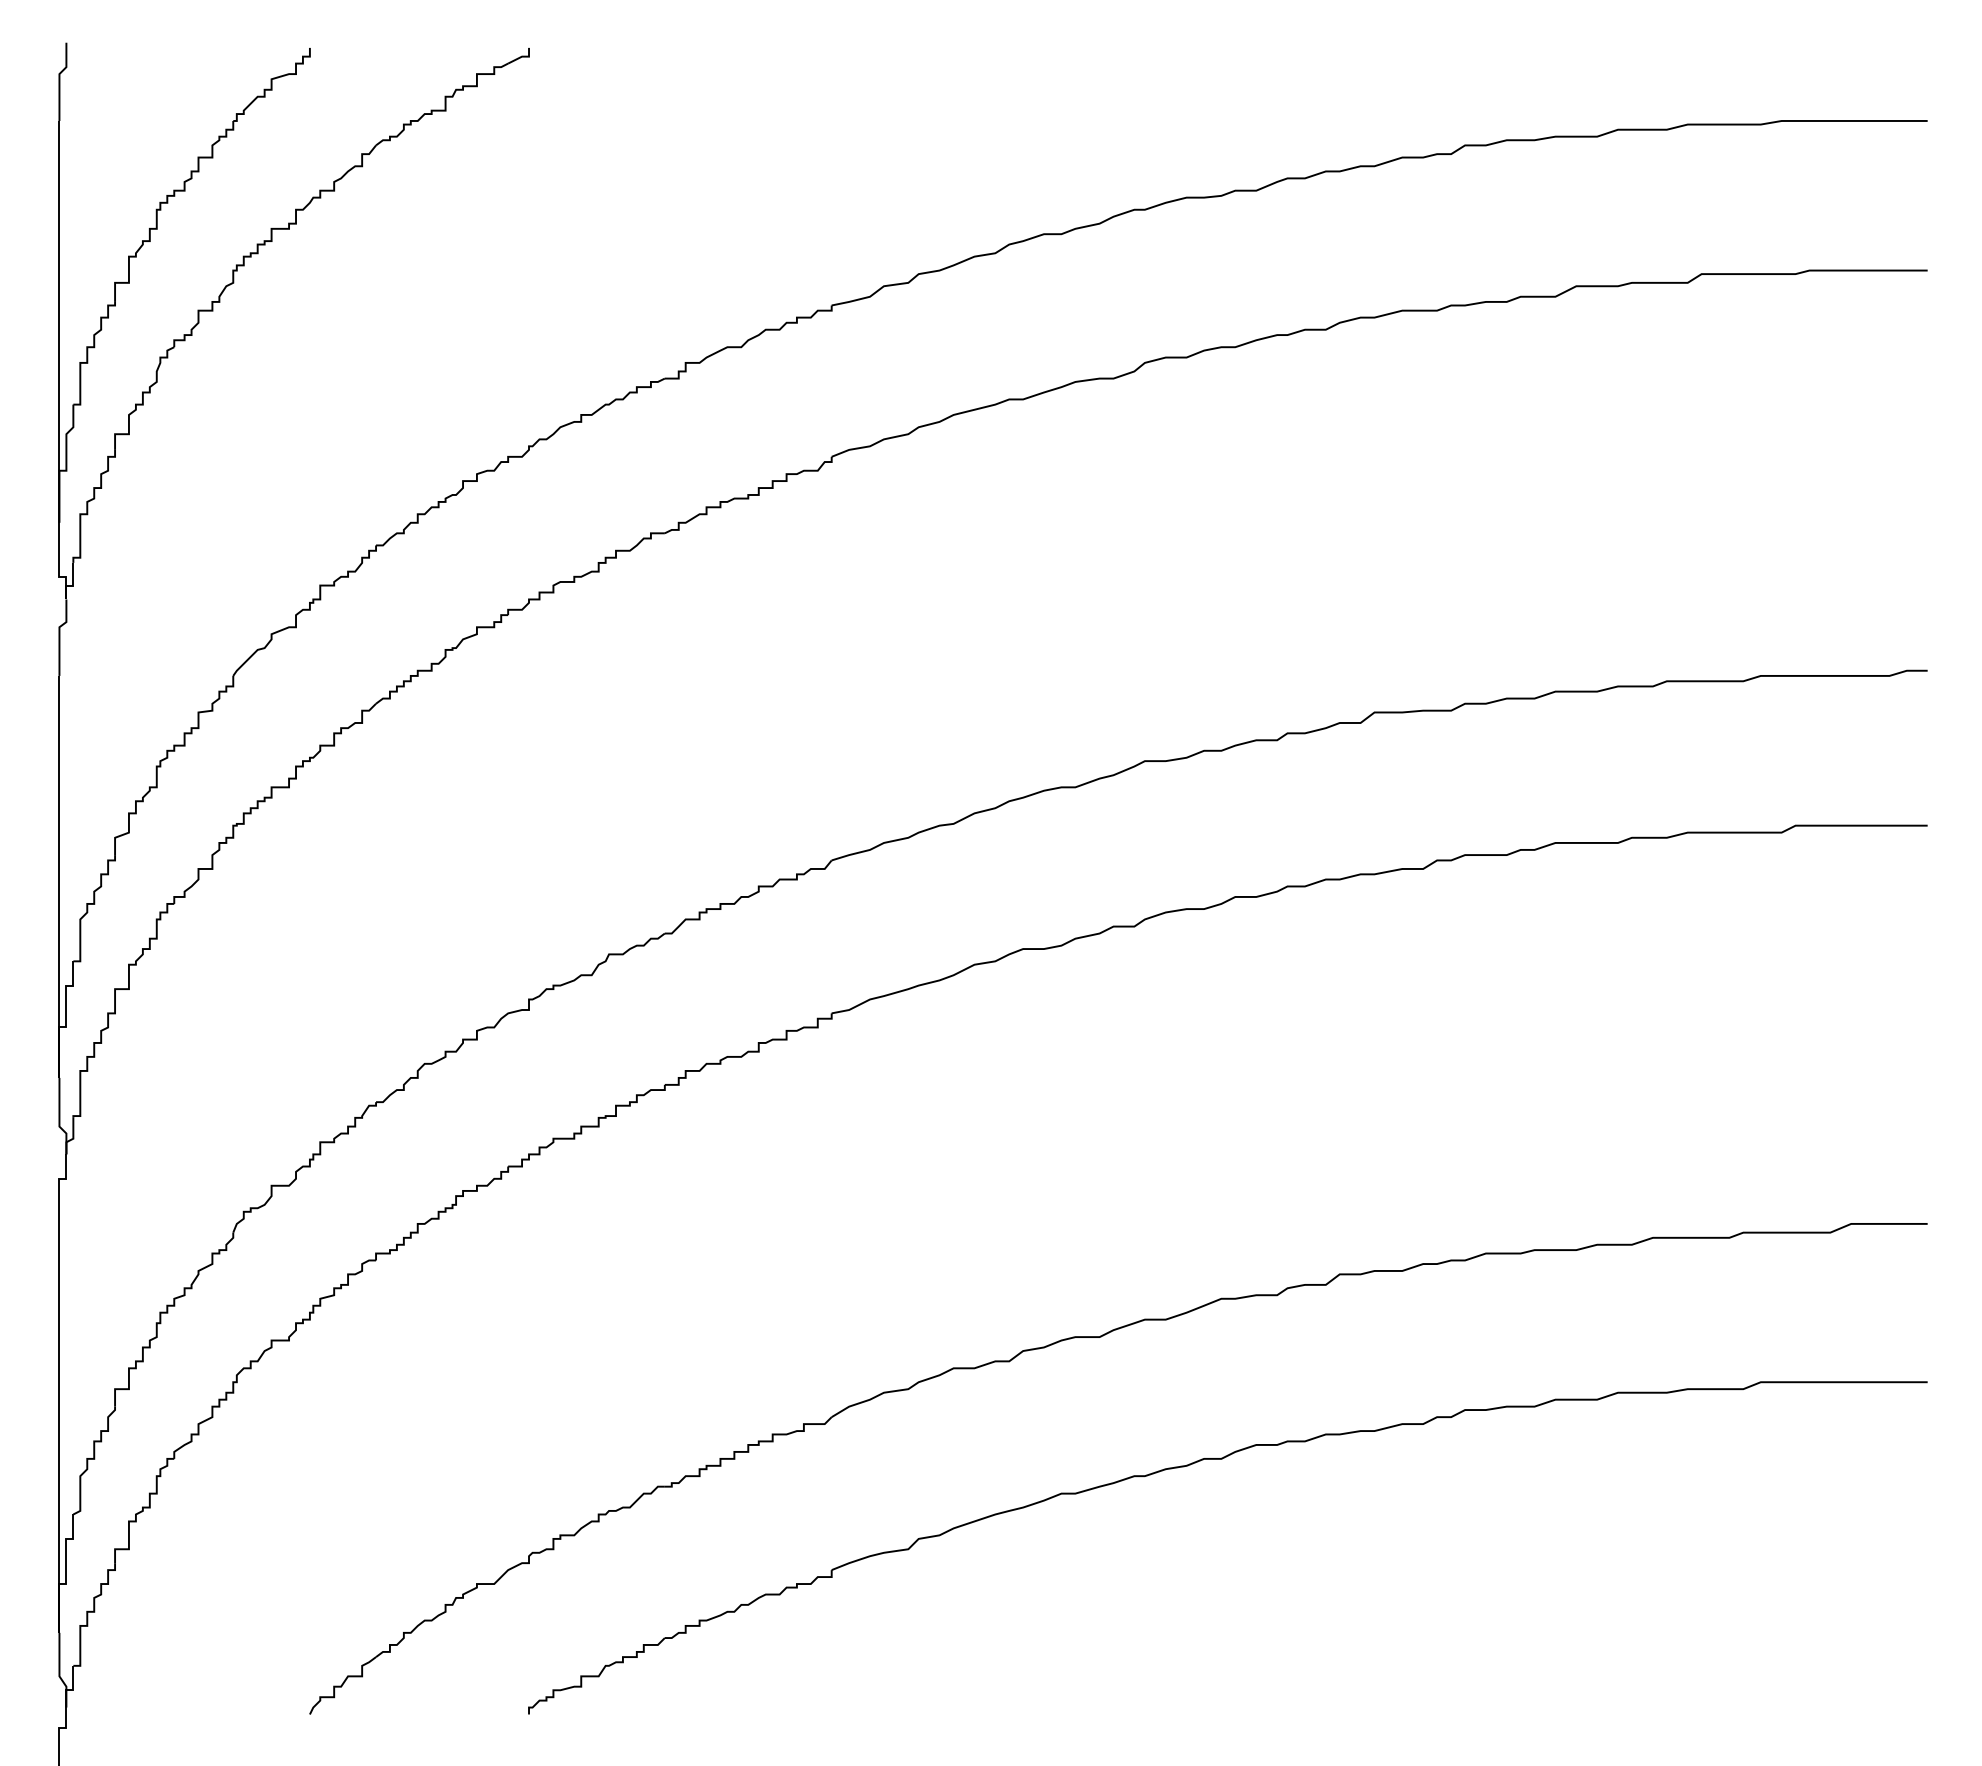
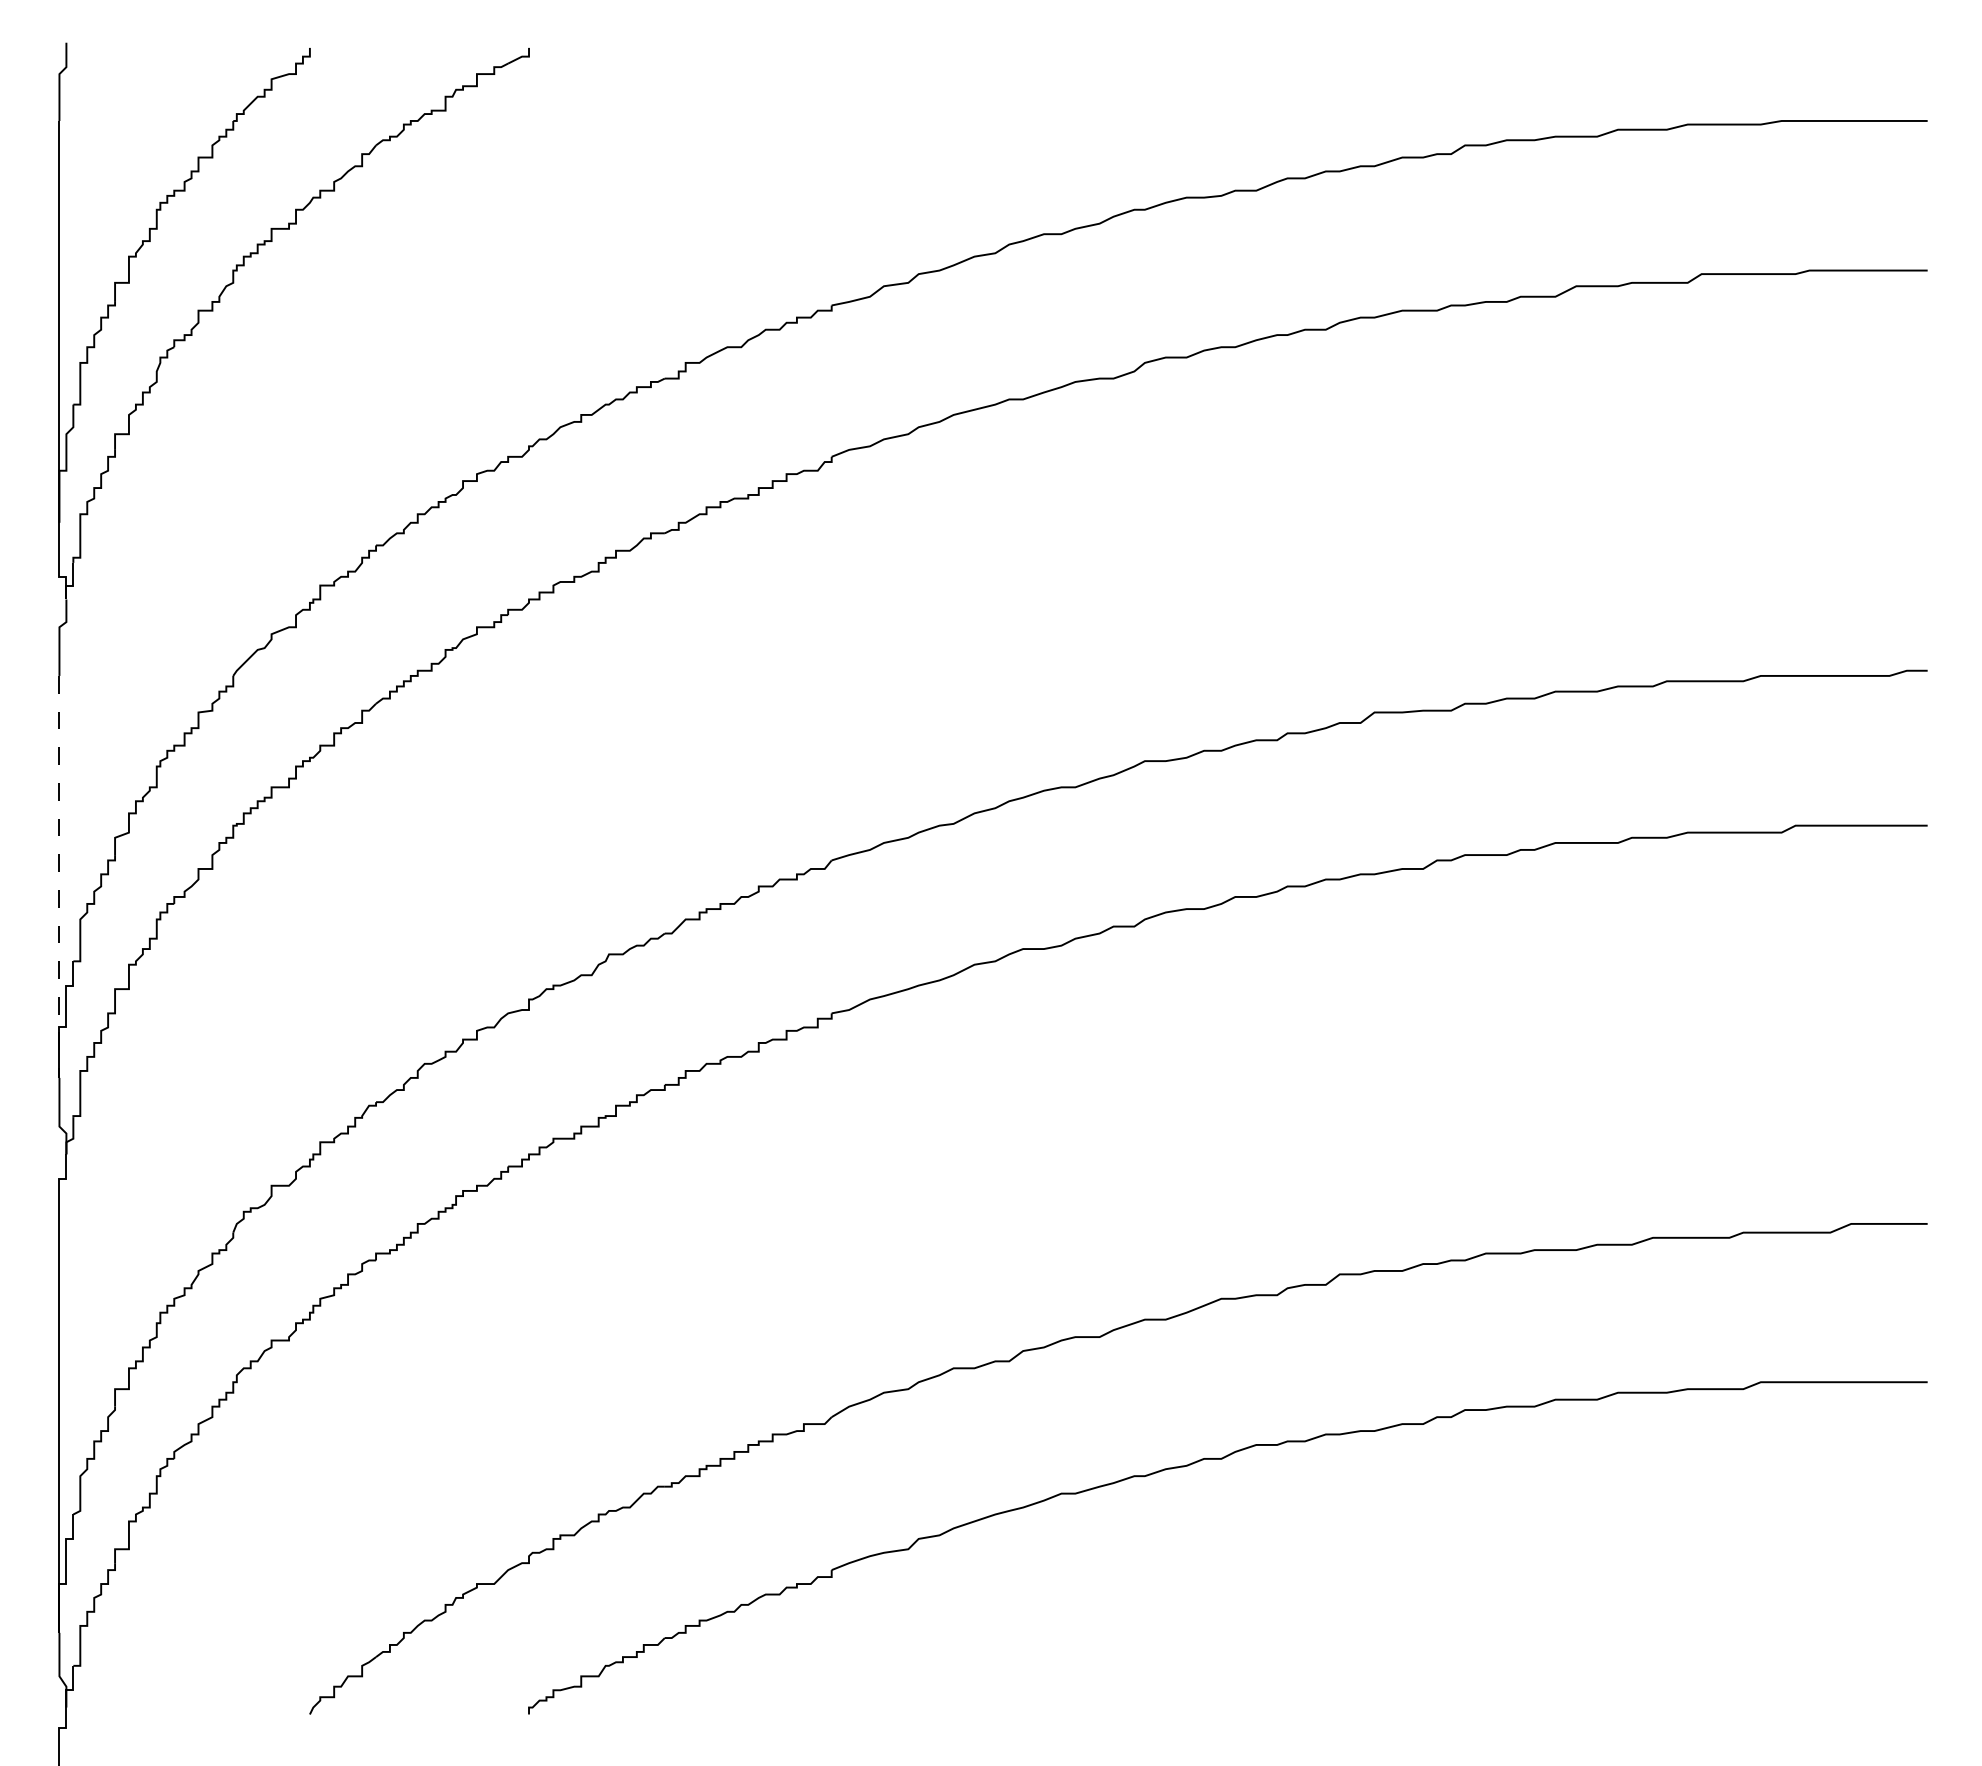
line at (59, 876): solid -> dashed
